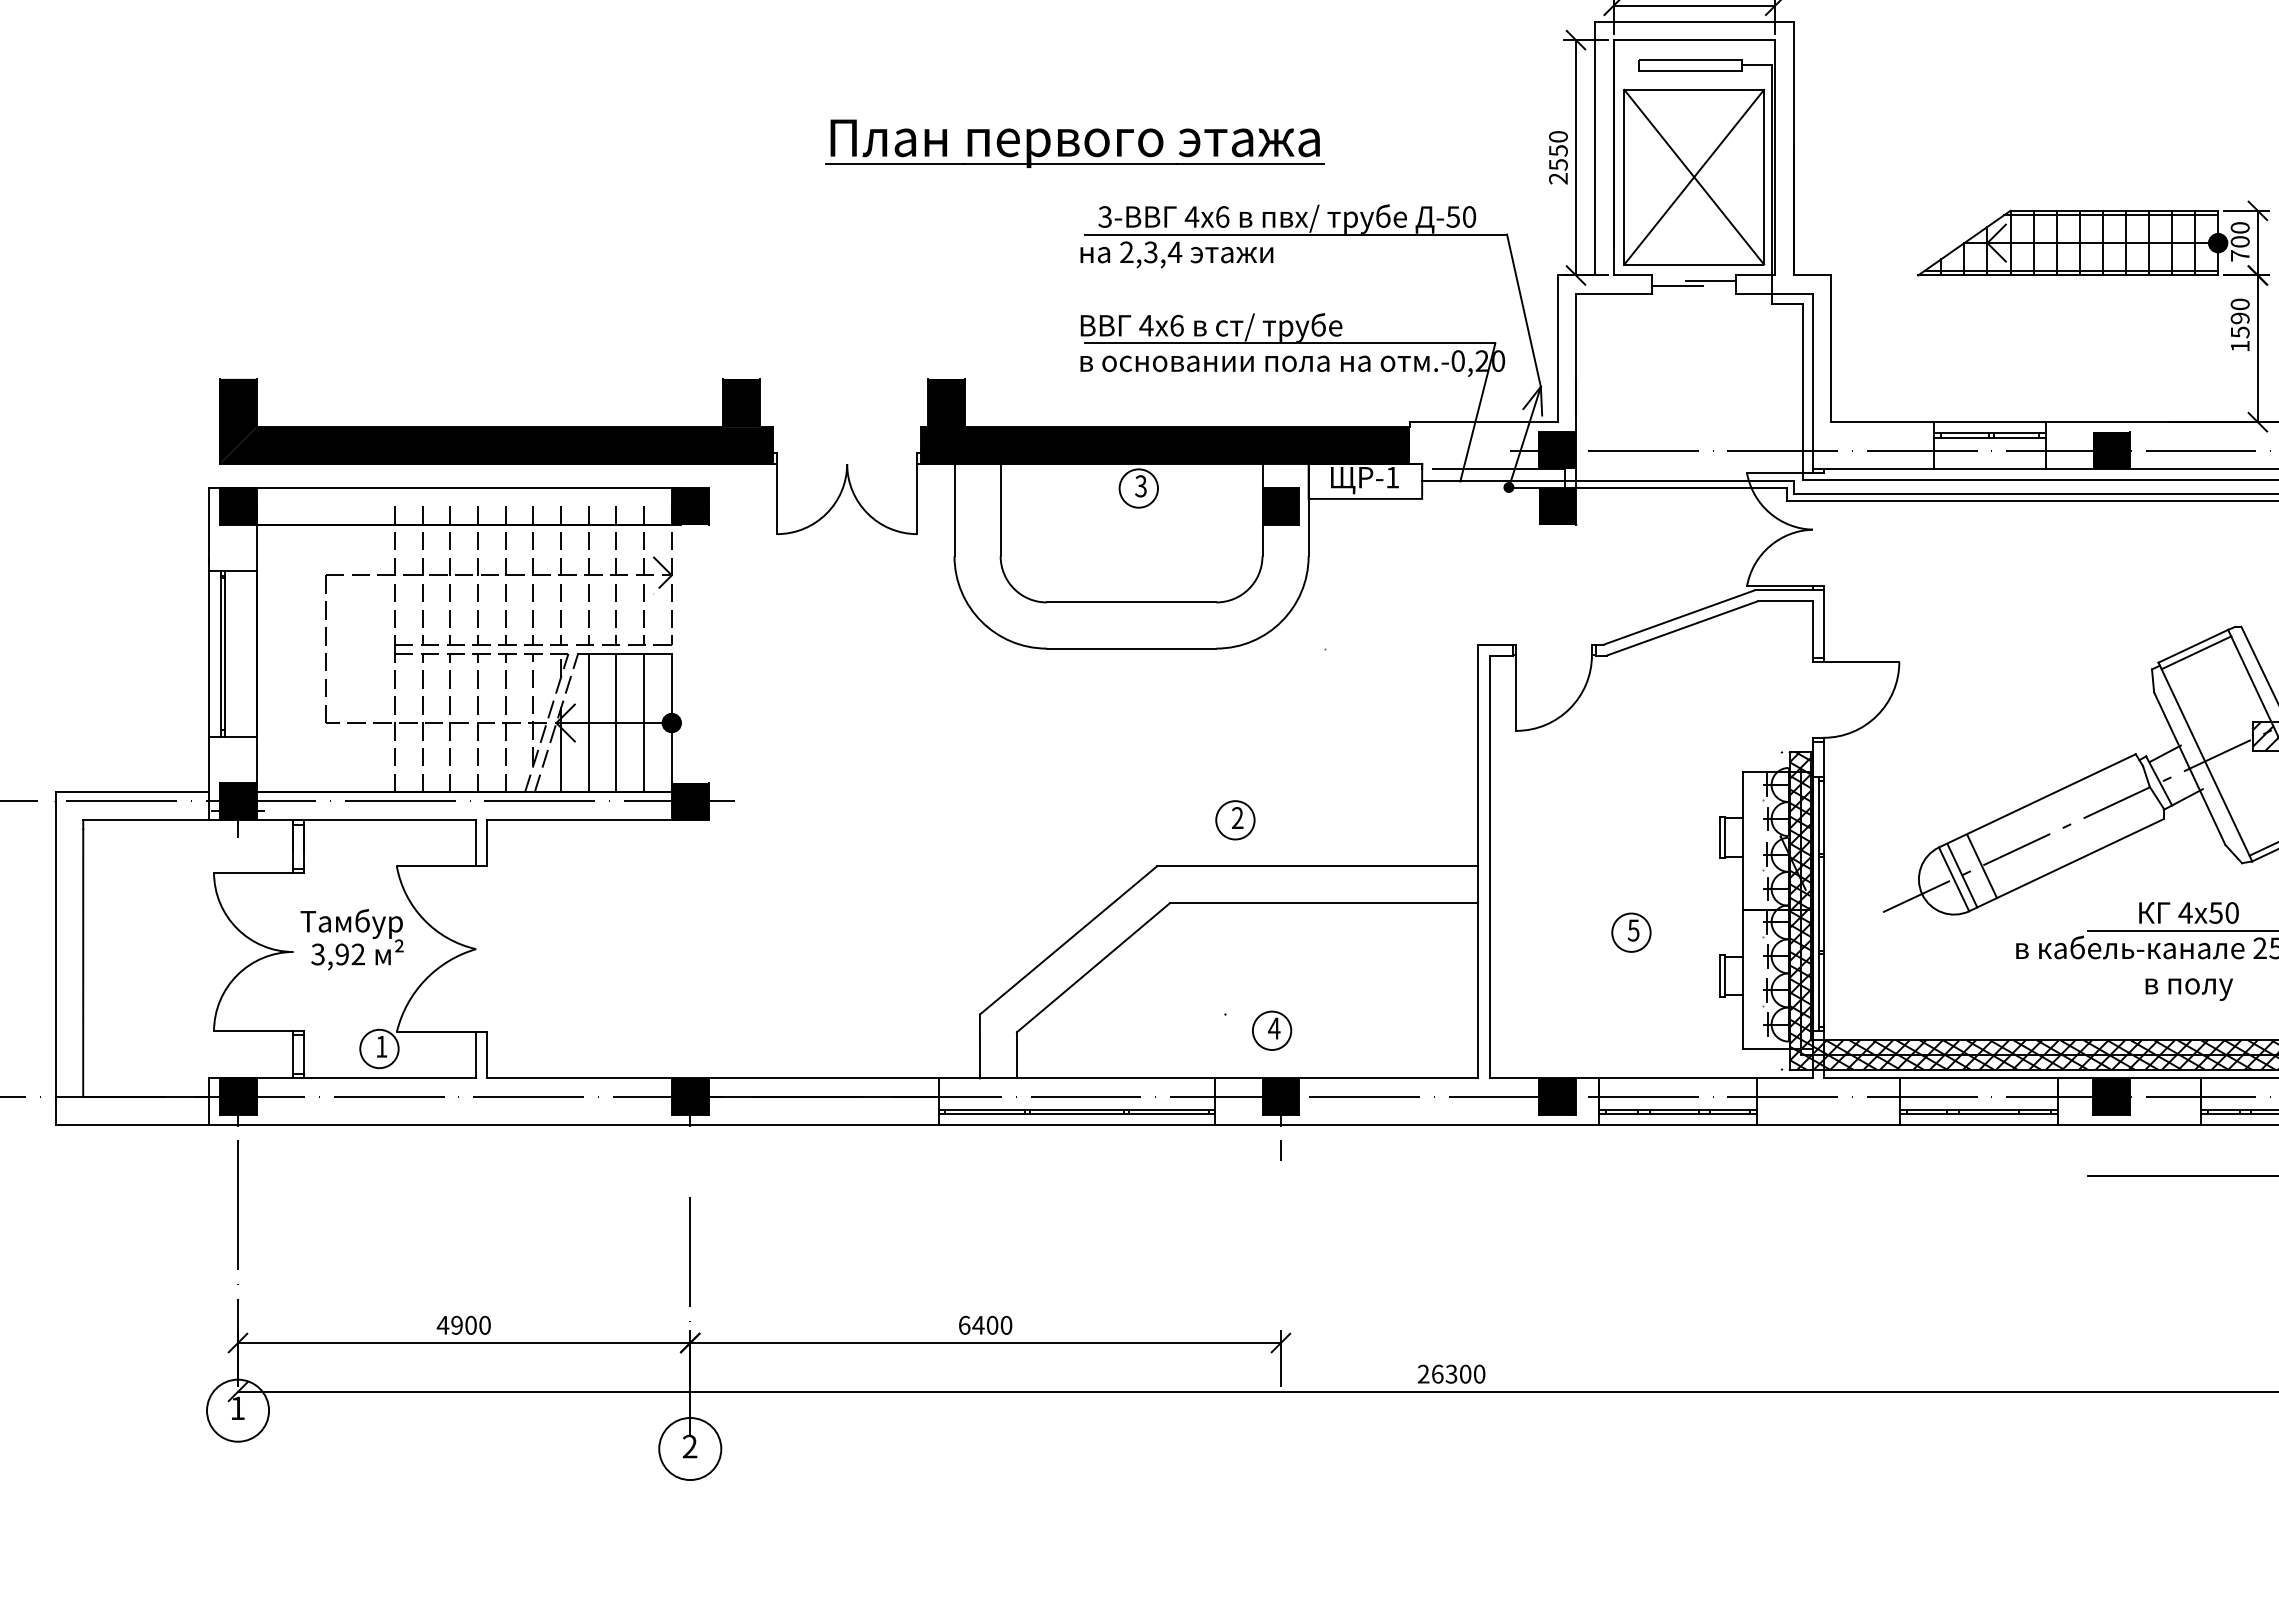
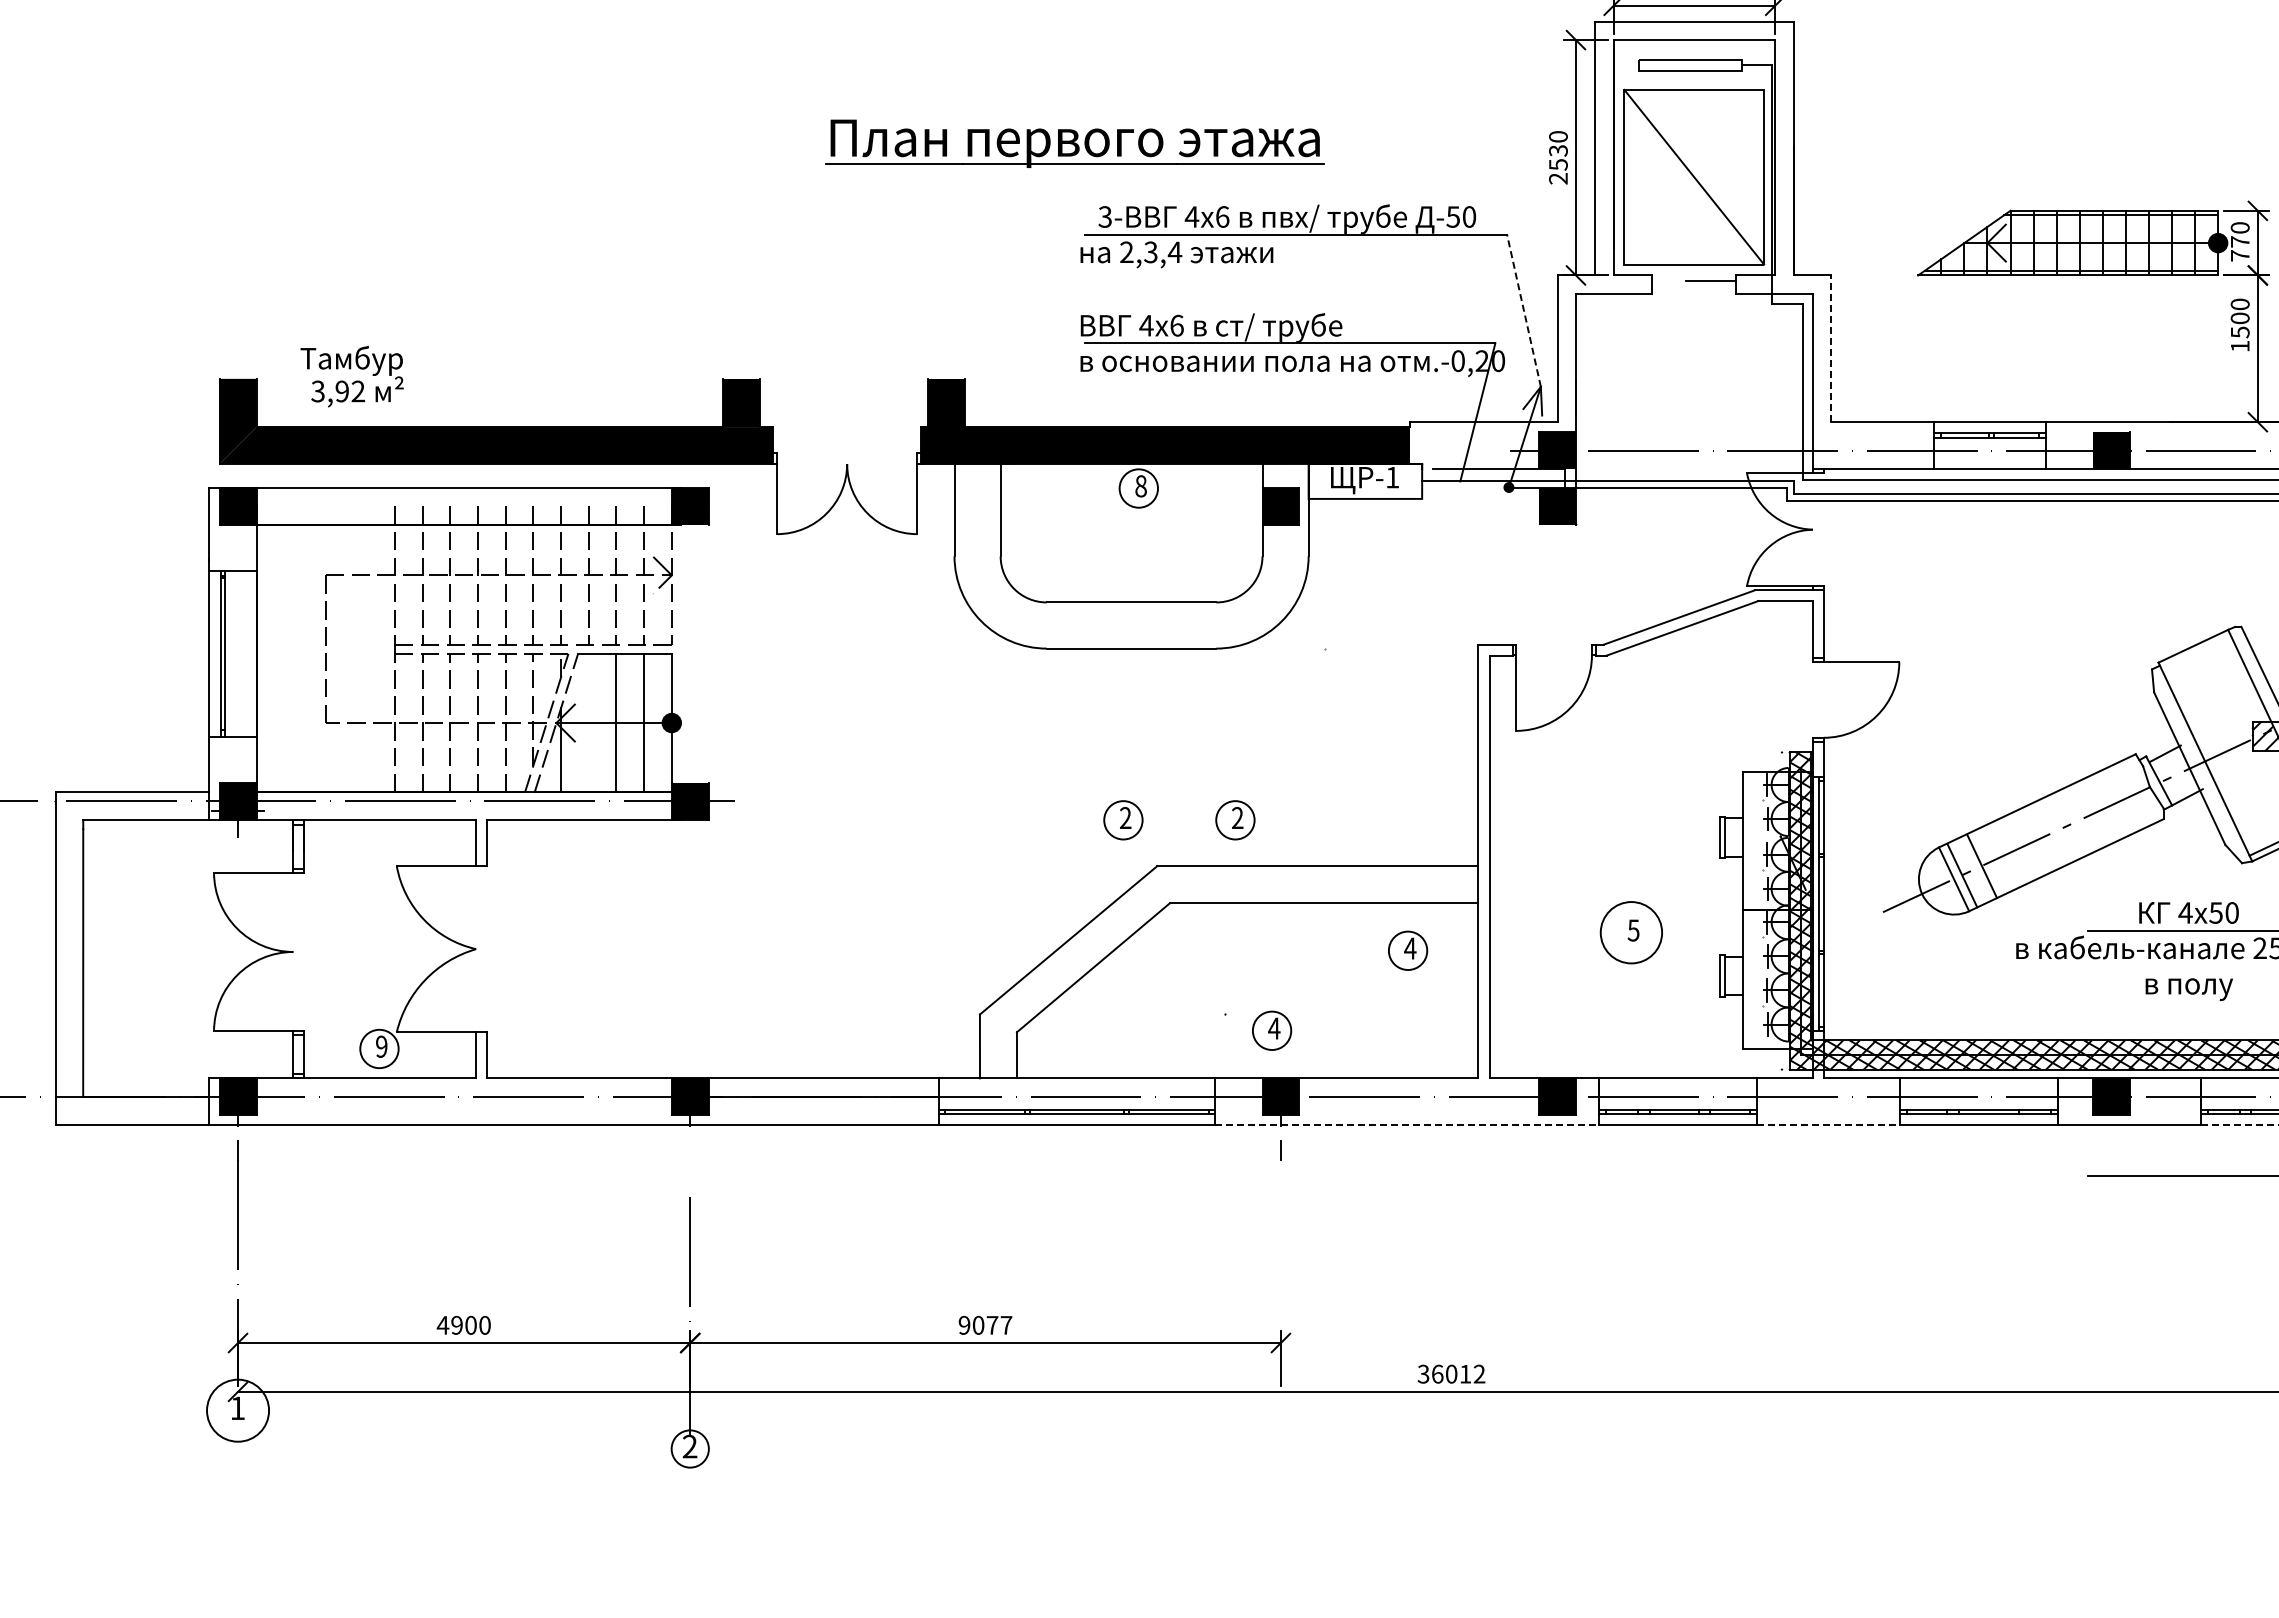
text at (1558, 150): 2550 -> 2530
line at (1694, 176): present -> none
text at (2239, 241): 700 -> 770
line at (1677, 285): present -> none
line at (1523, 310): solid -> dashed
text at (2239, 318): 1590 -> 1500
line at (1830, 348): solid -> dashed
text at (1140, 486): 3 -> 8
line at (2196, 652): present -> none
line at (588, 722): present -> none
part at (1123, 820): none -> present
circle at (1631, 932) diameter: 38 px -> 61 px
text at (351, 939) position: (351, 939) -> (351, 376)
part at (1408, 950): none -> present
text at (381, 1046): 1 -> 9
line at (1407, 1125): solid -> dashed
line at (1828, 1125): solid -> dashed
line at (2240, 1125): solid -> dashed
text at (985, 1324): 6400 -> 9077
text at (1451, 1373): 26300 -> 36012
circle at (690, 1448) diameter: 62 px -> 37 px
